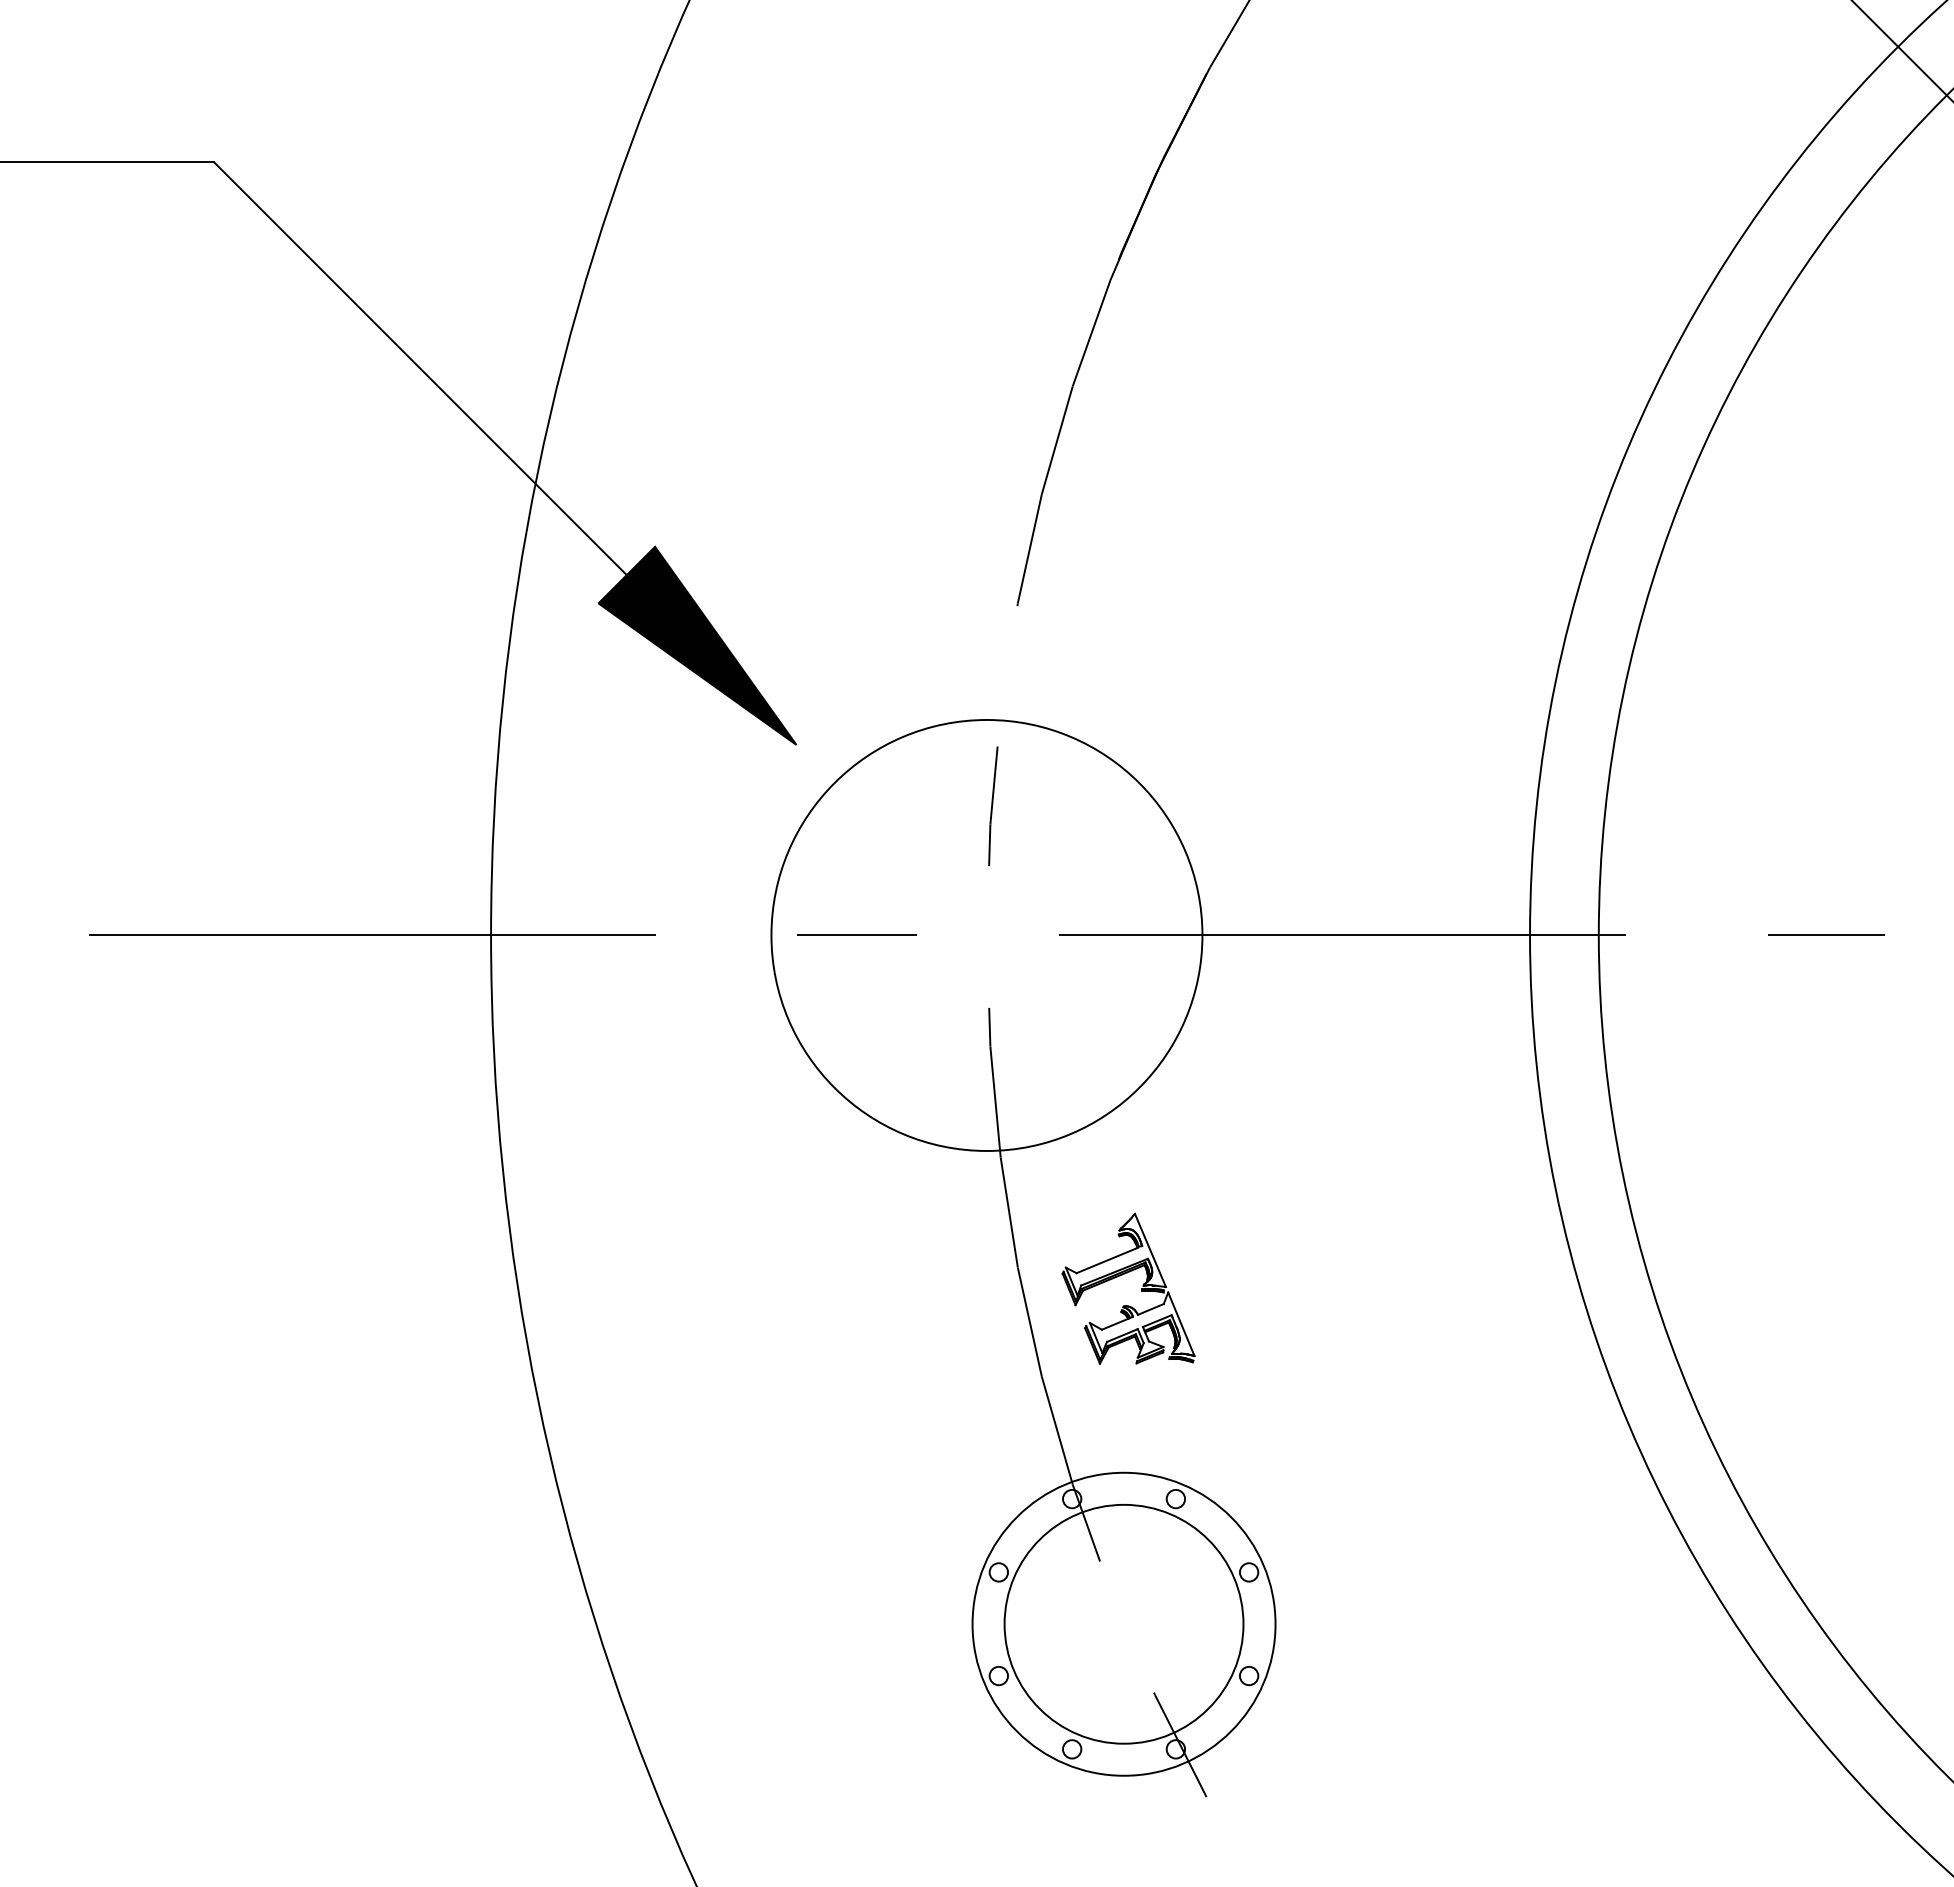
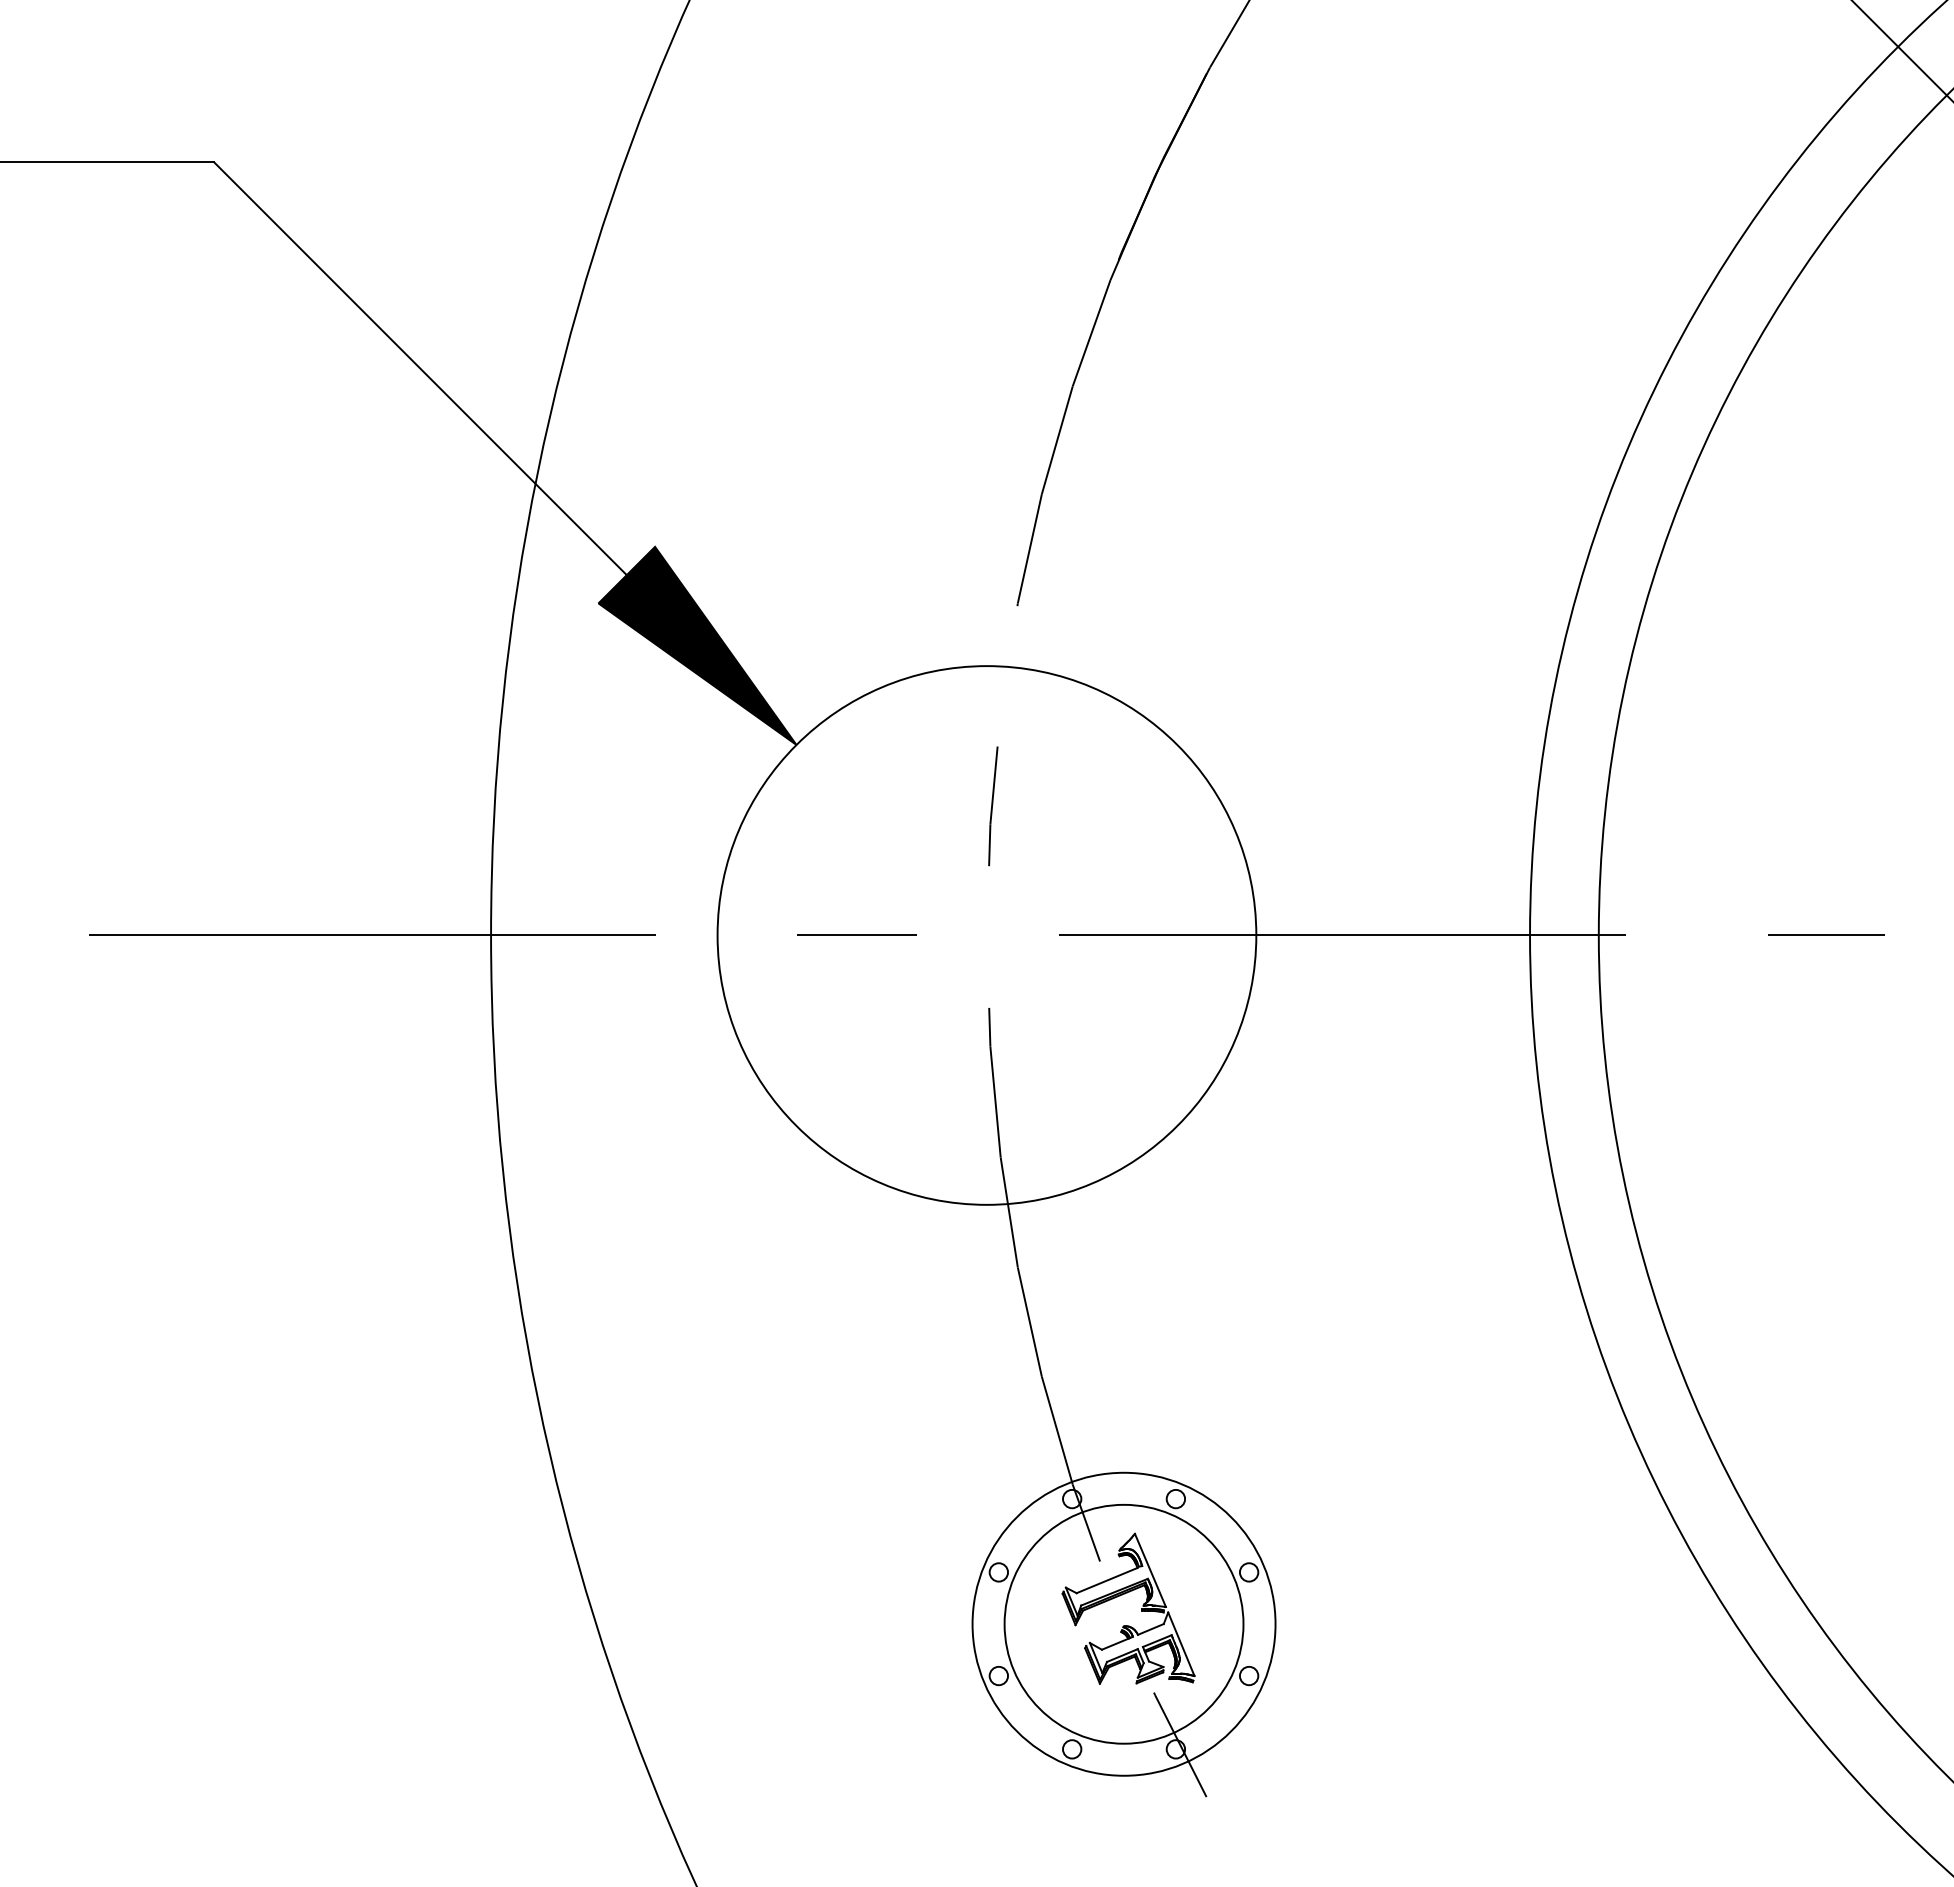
circle at (986, 934) diameter: 431 px -> 539 px
part at (1141, 1288) position: (1141, 1288) -> (1141, 1608)
